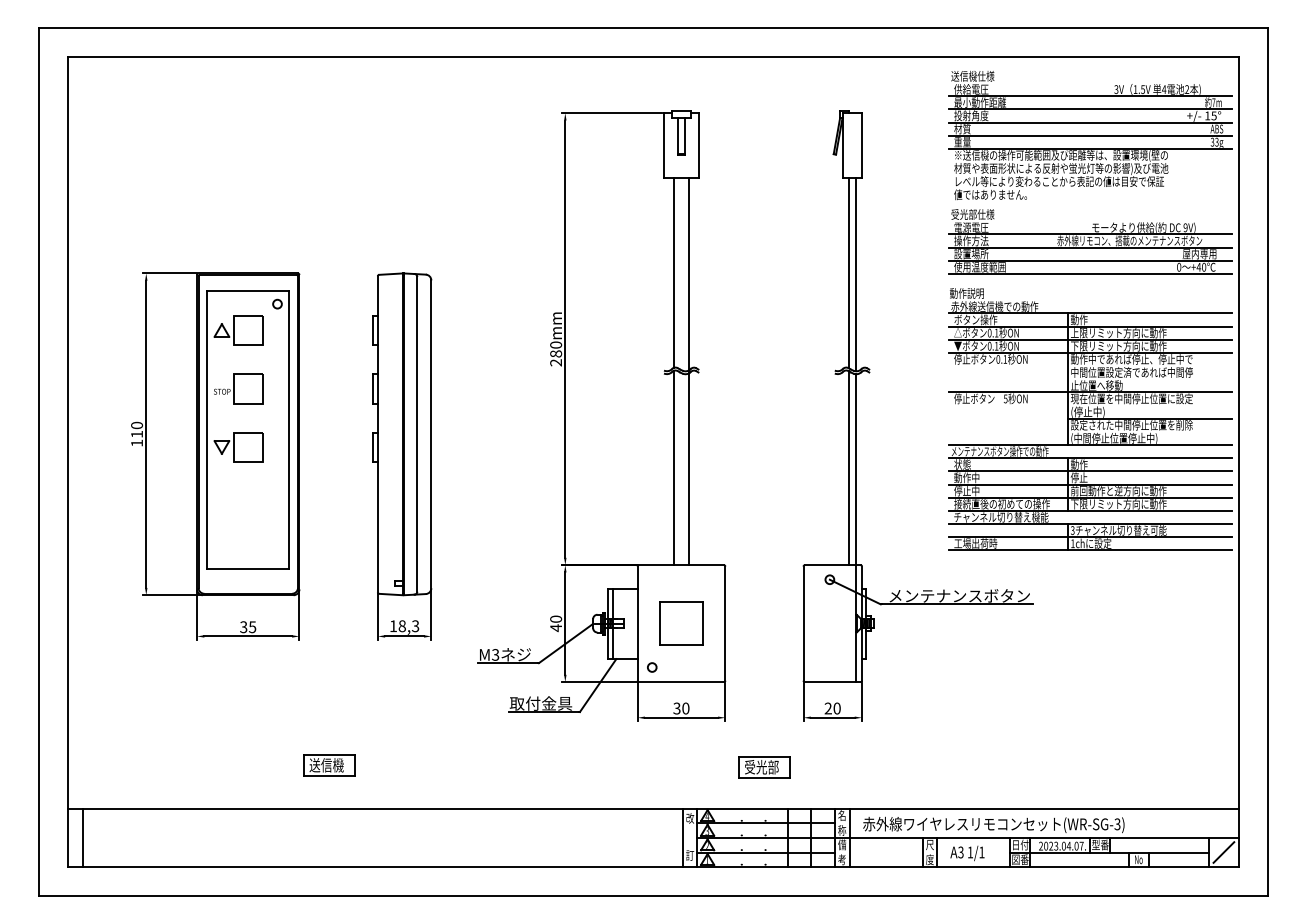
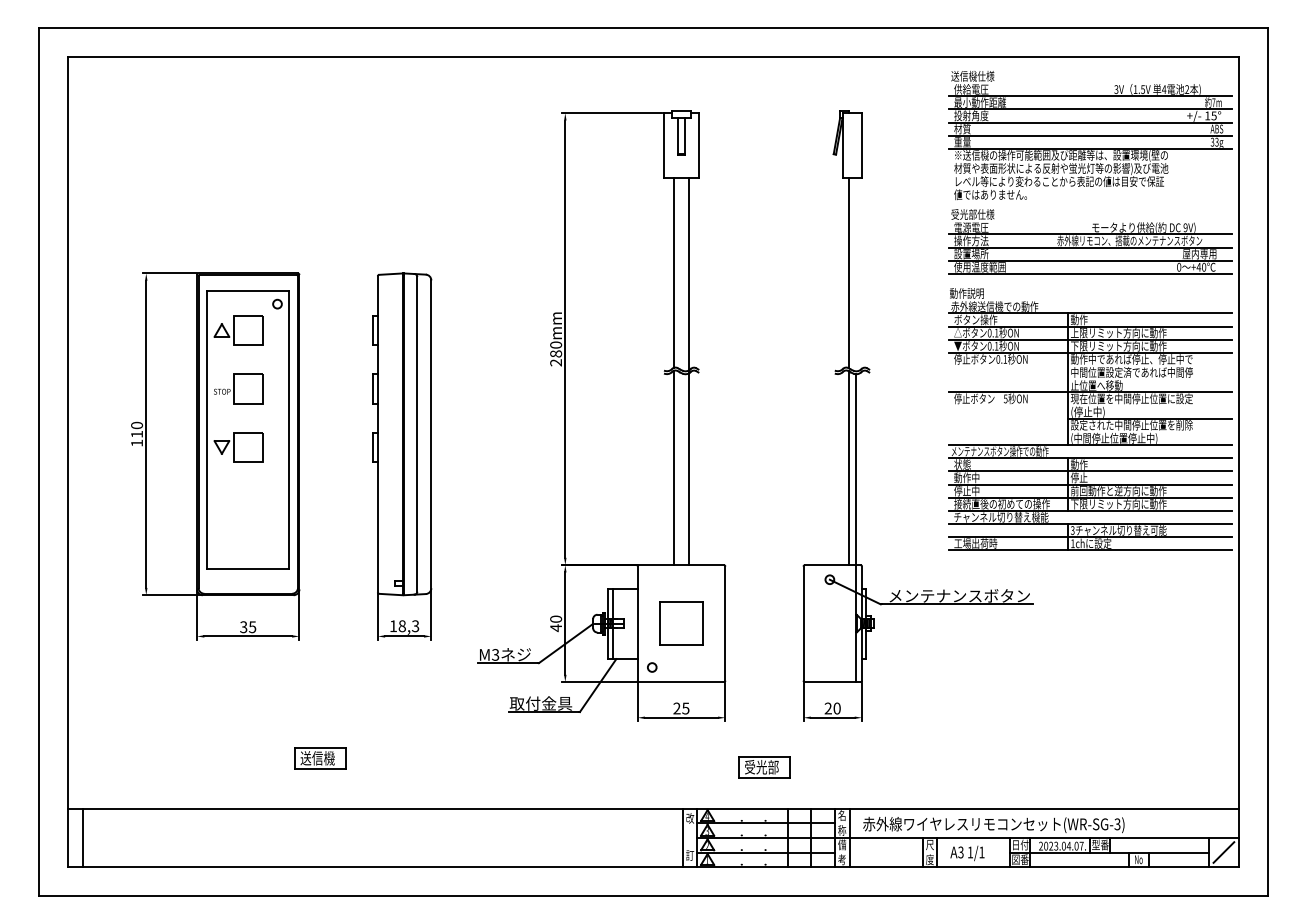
line at (856, 274): present -> none
text at (681, 708): 30 -> 25
part at (329, 765) position: (329, 765) -> (320, 758)
